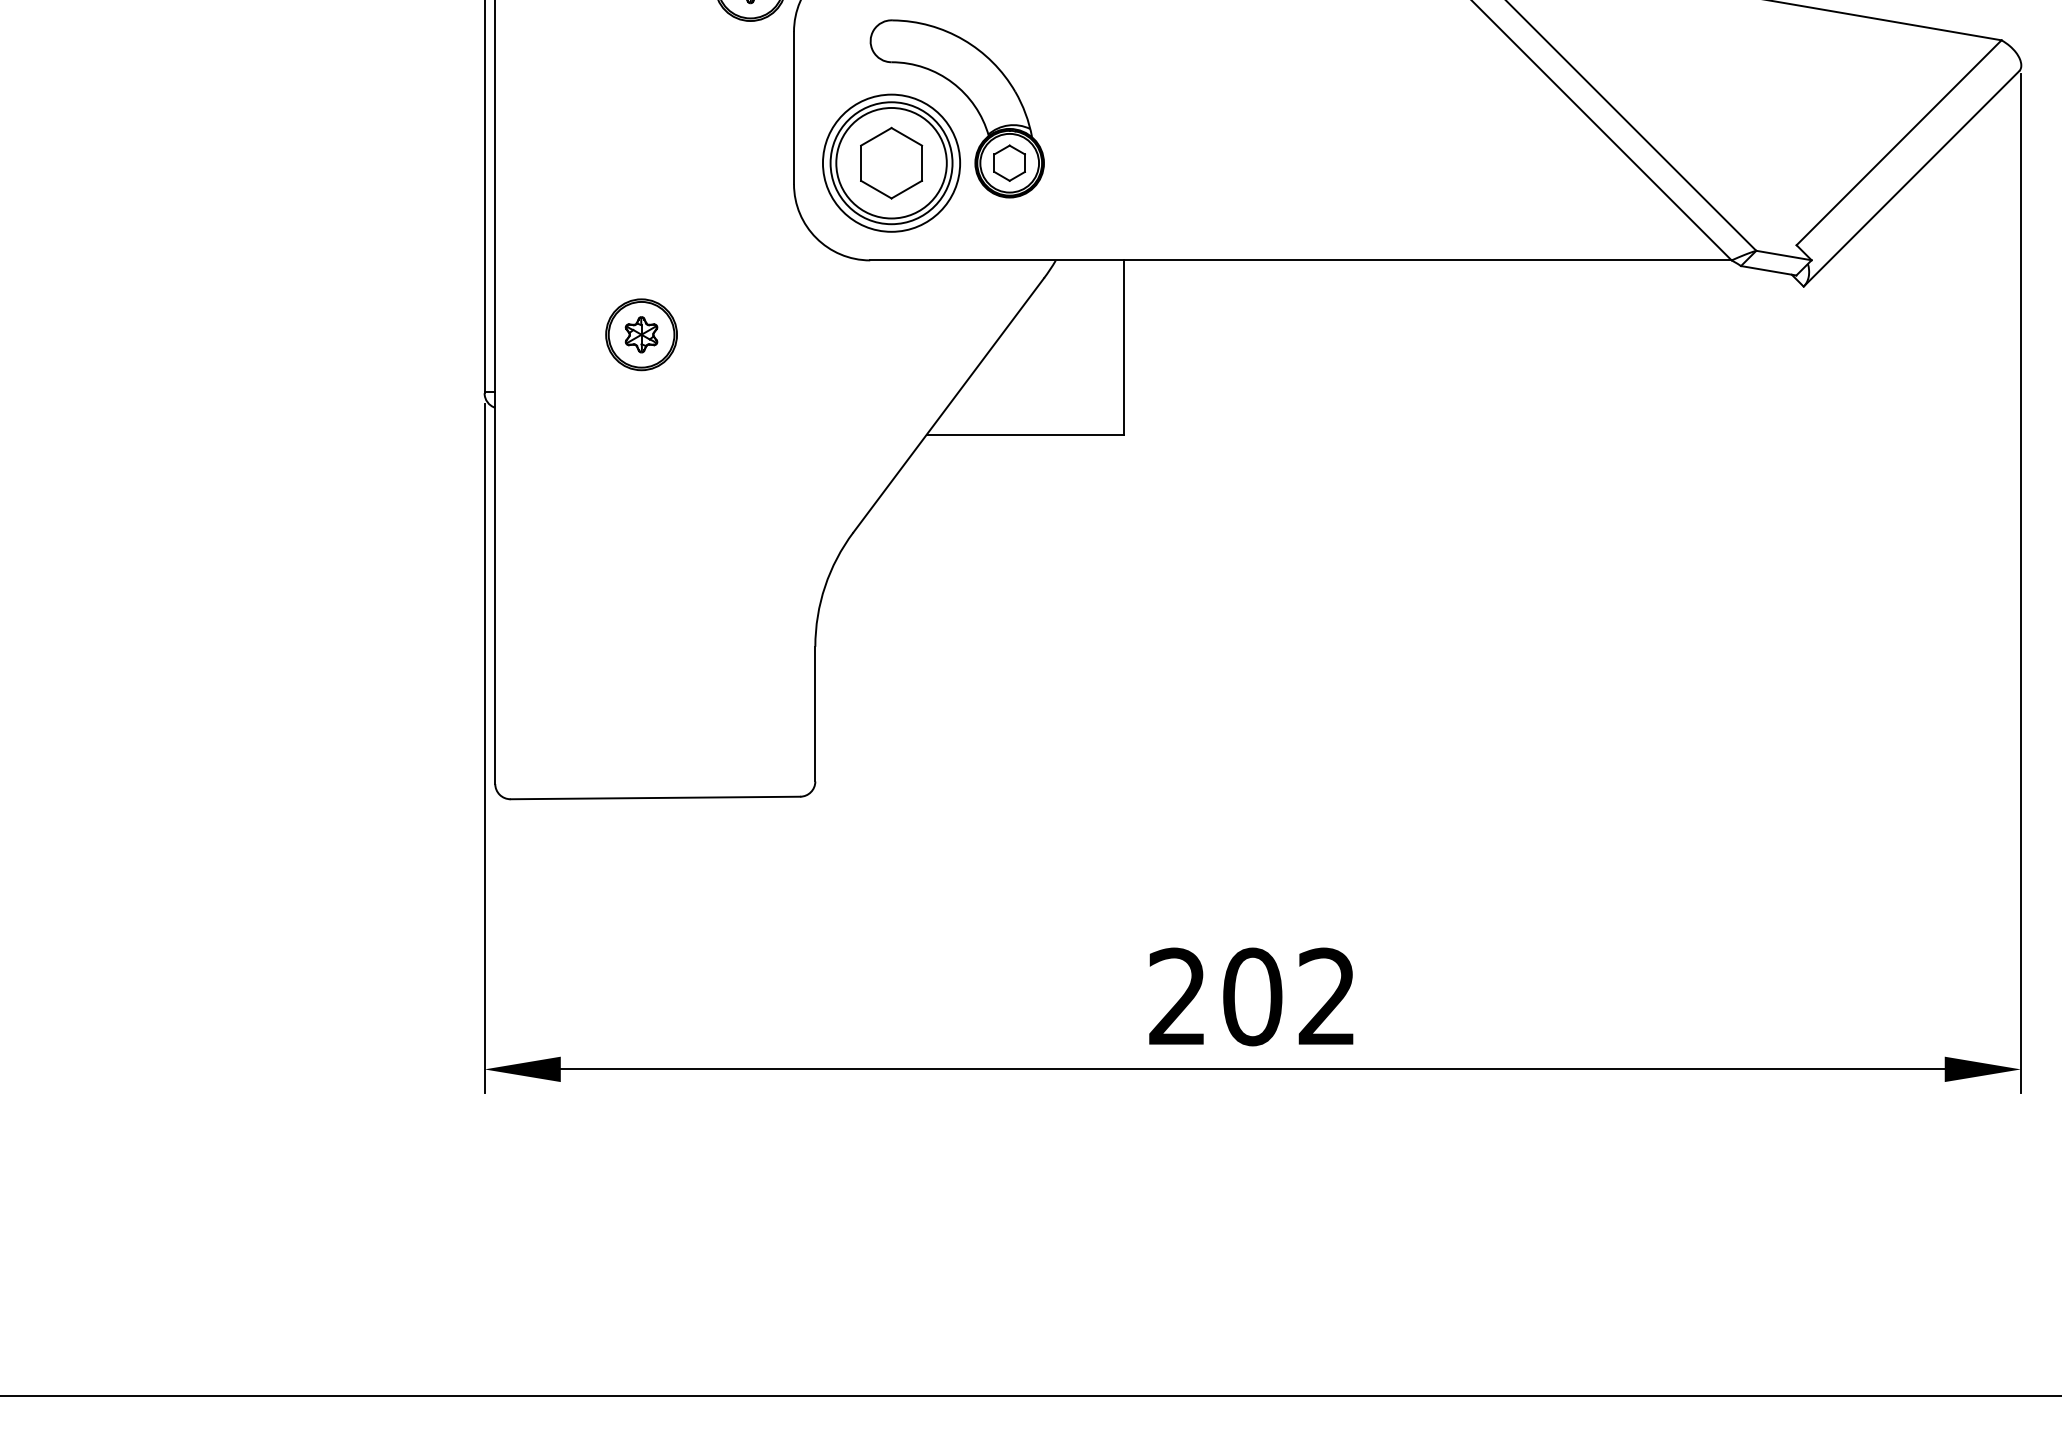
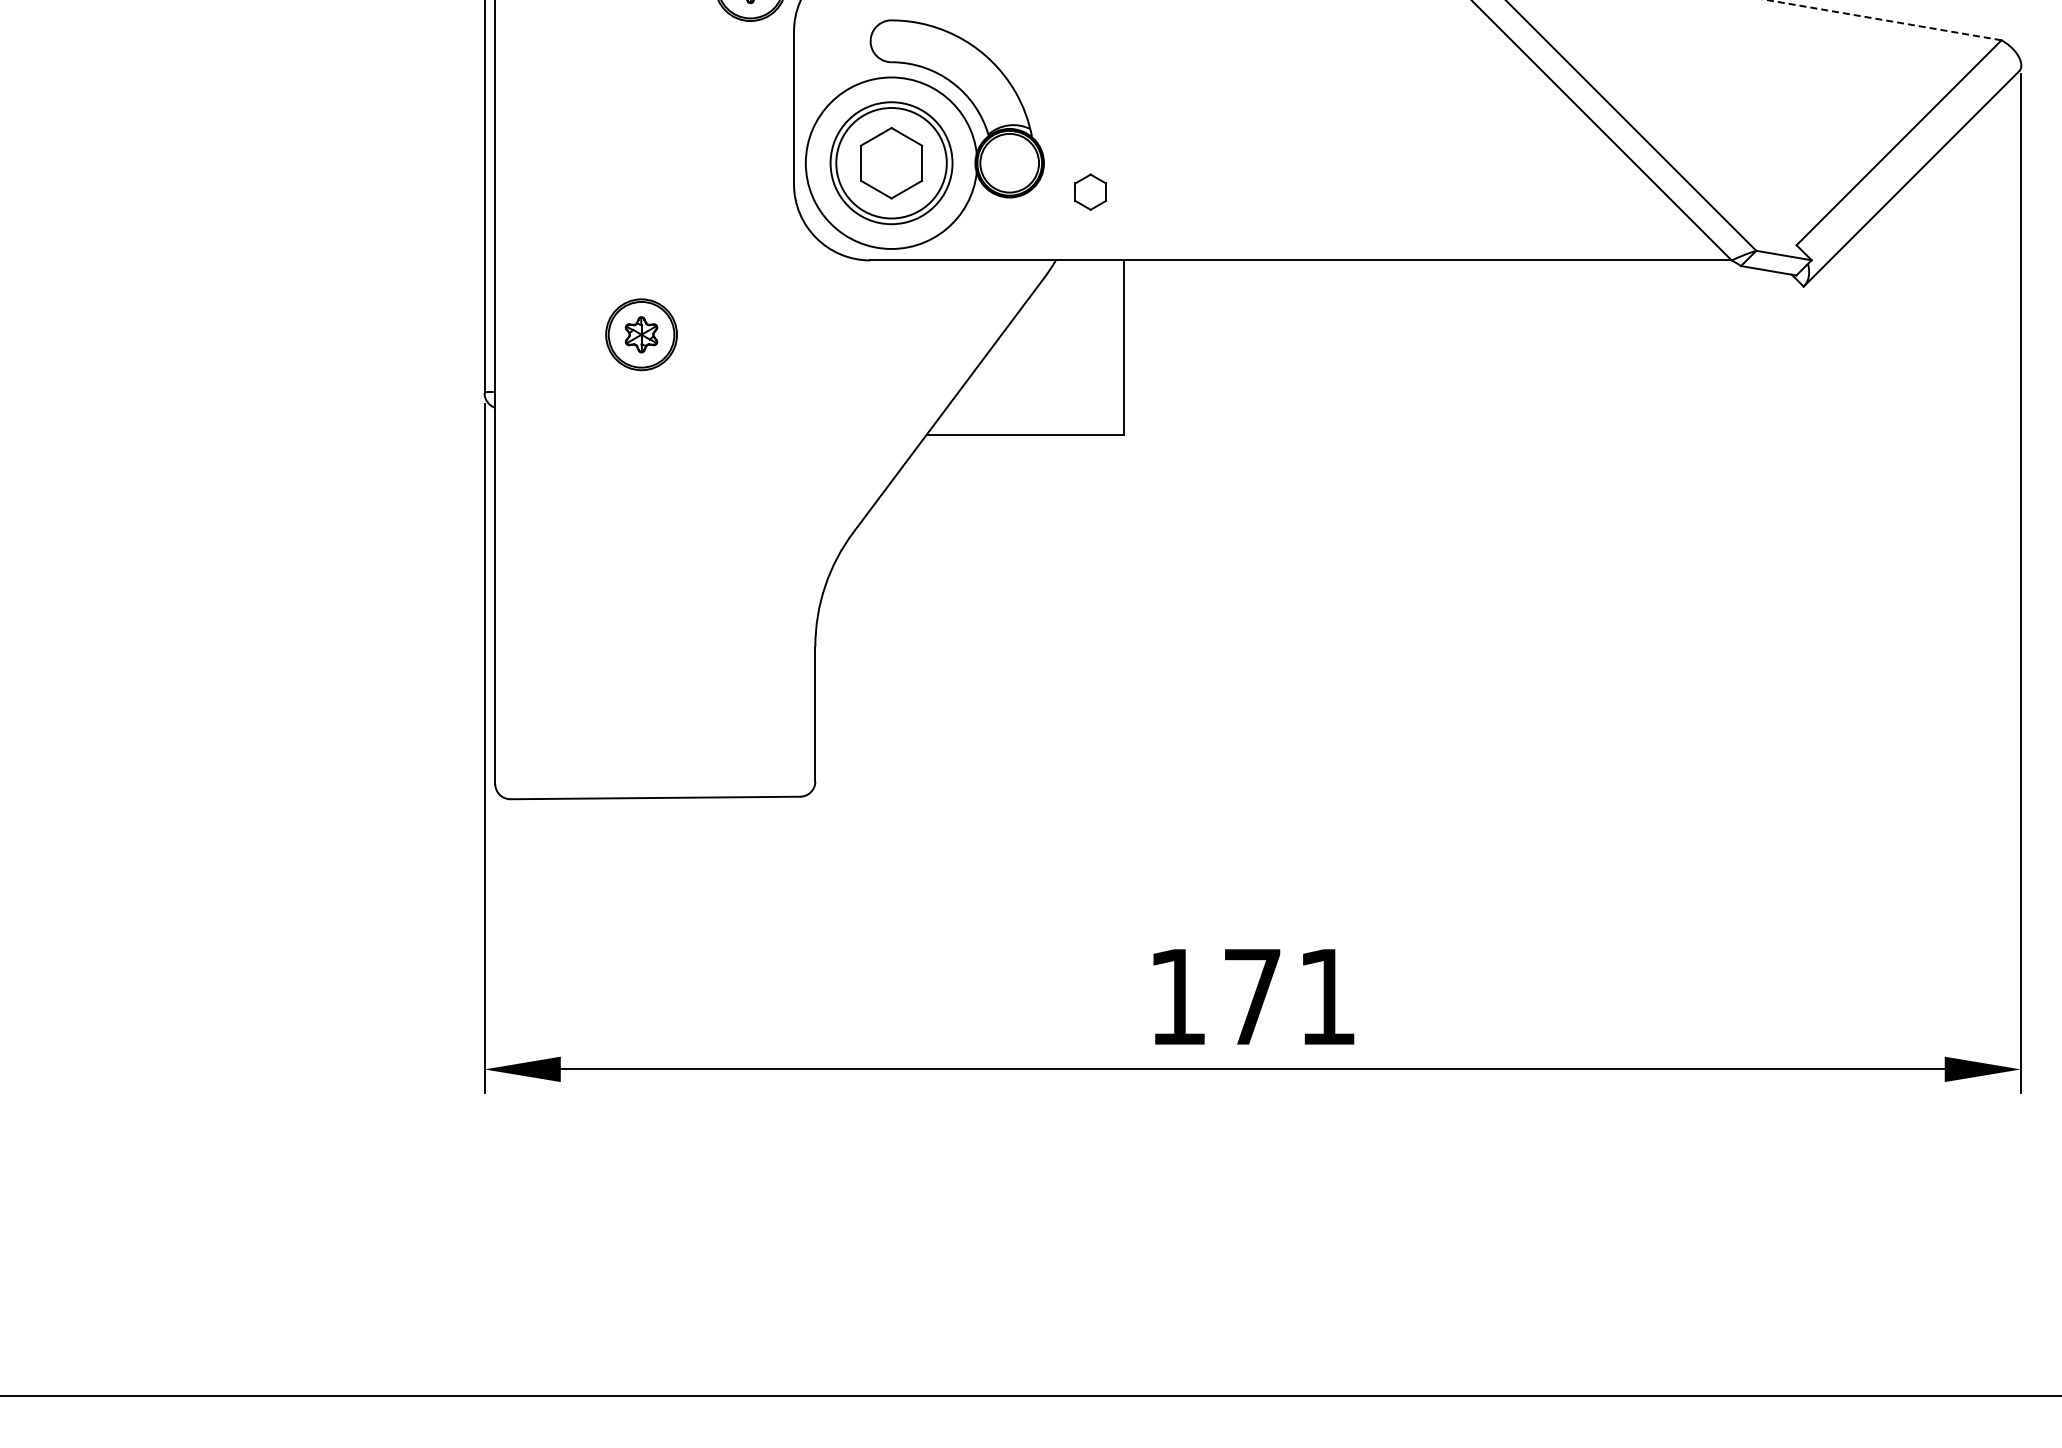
line at (1884, 20): solid -> dashed
circle at (891, 162) diameter: 137 px -> 171 px
part at (1009, 162) position: (1009, 162) -> (1090, 191)
text at (1251, 996): 202 -> 171
